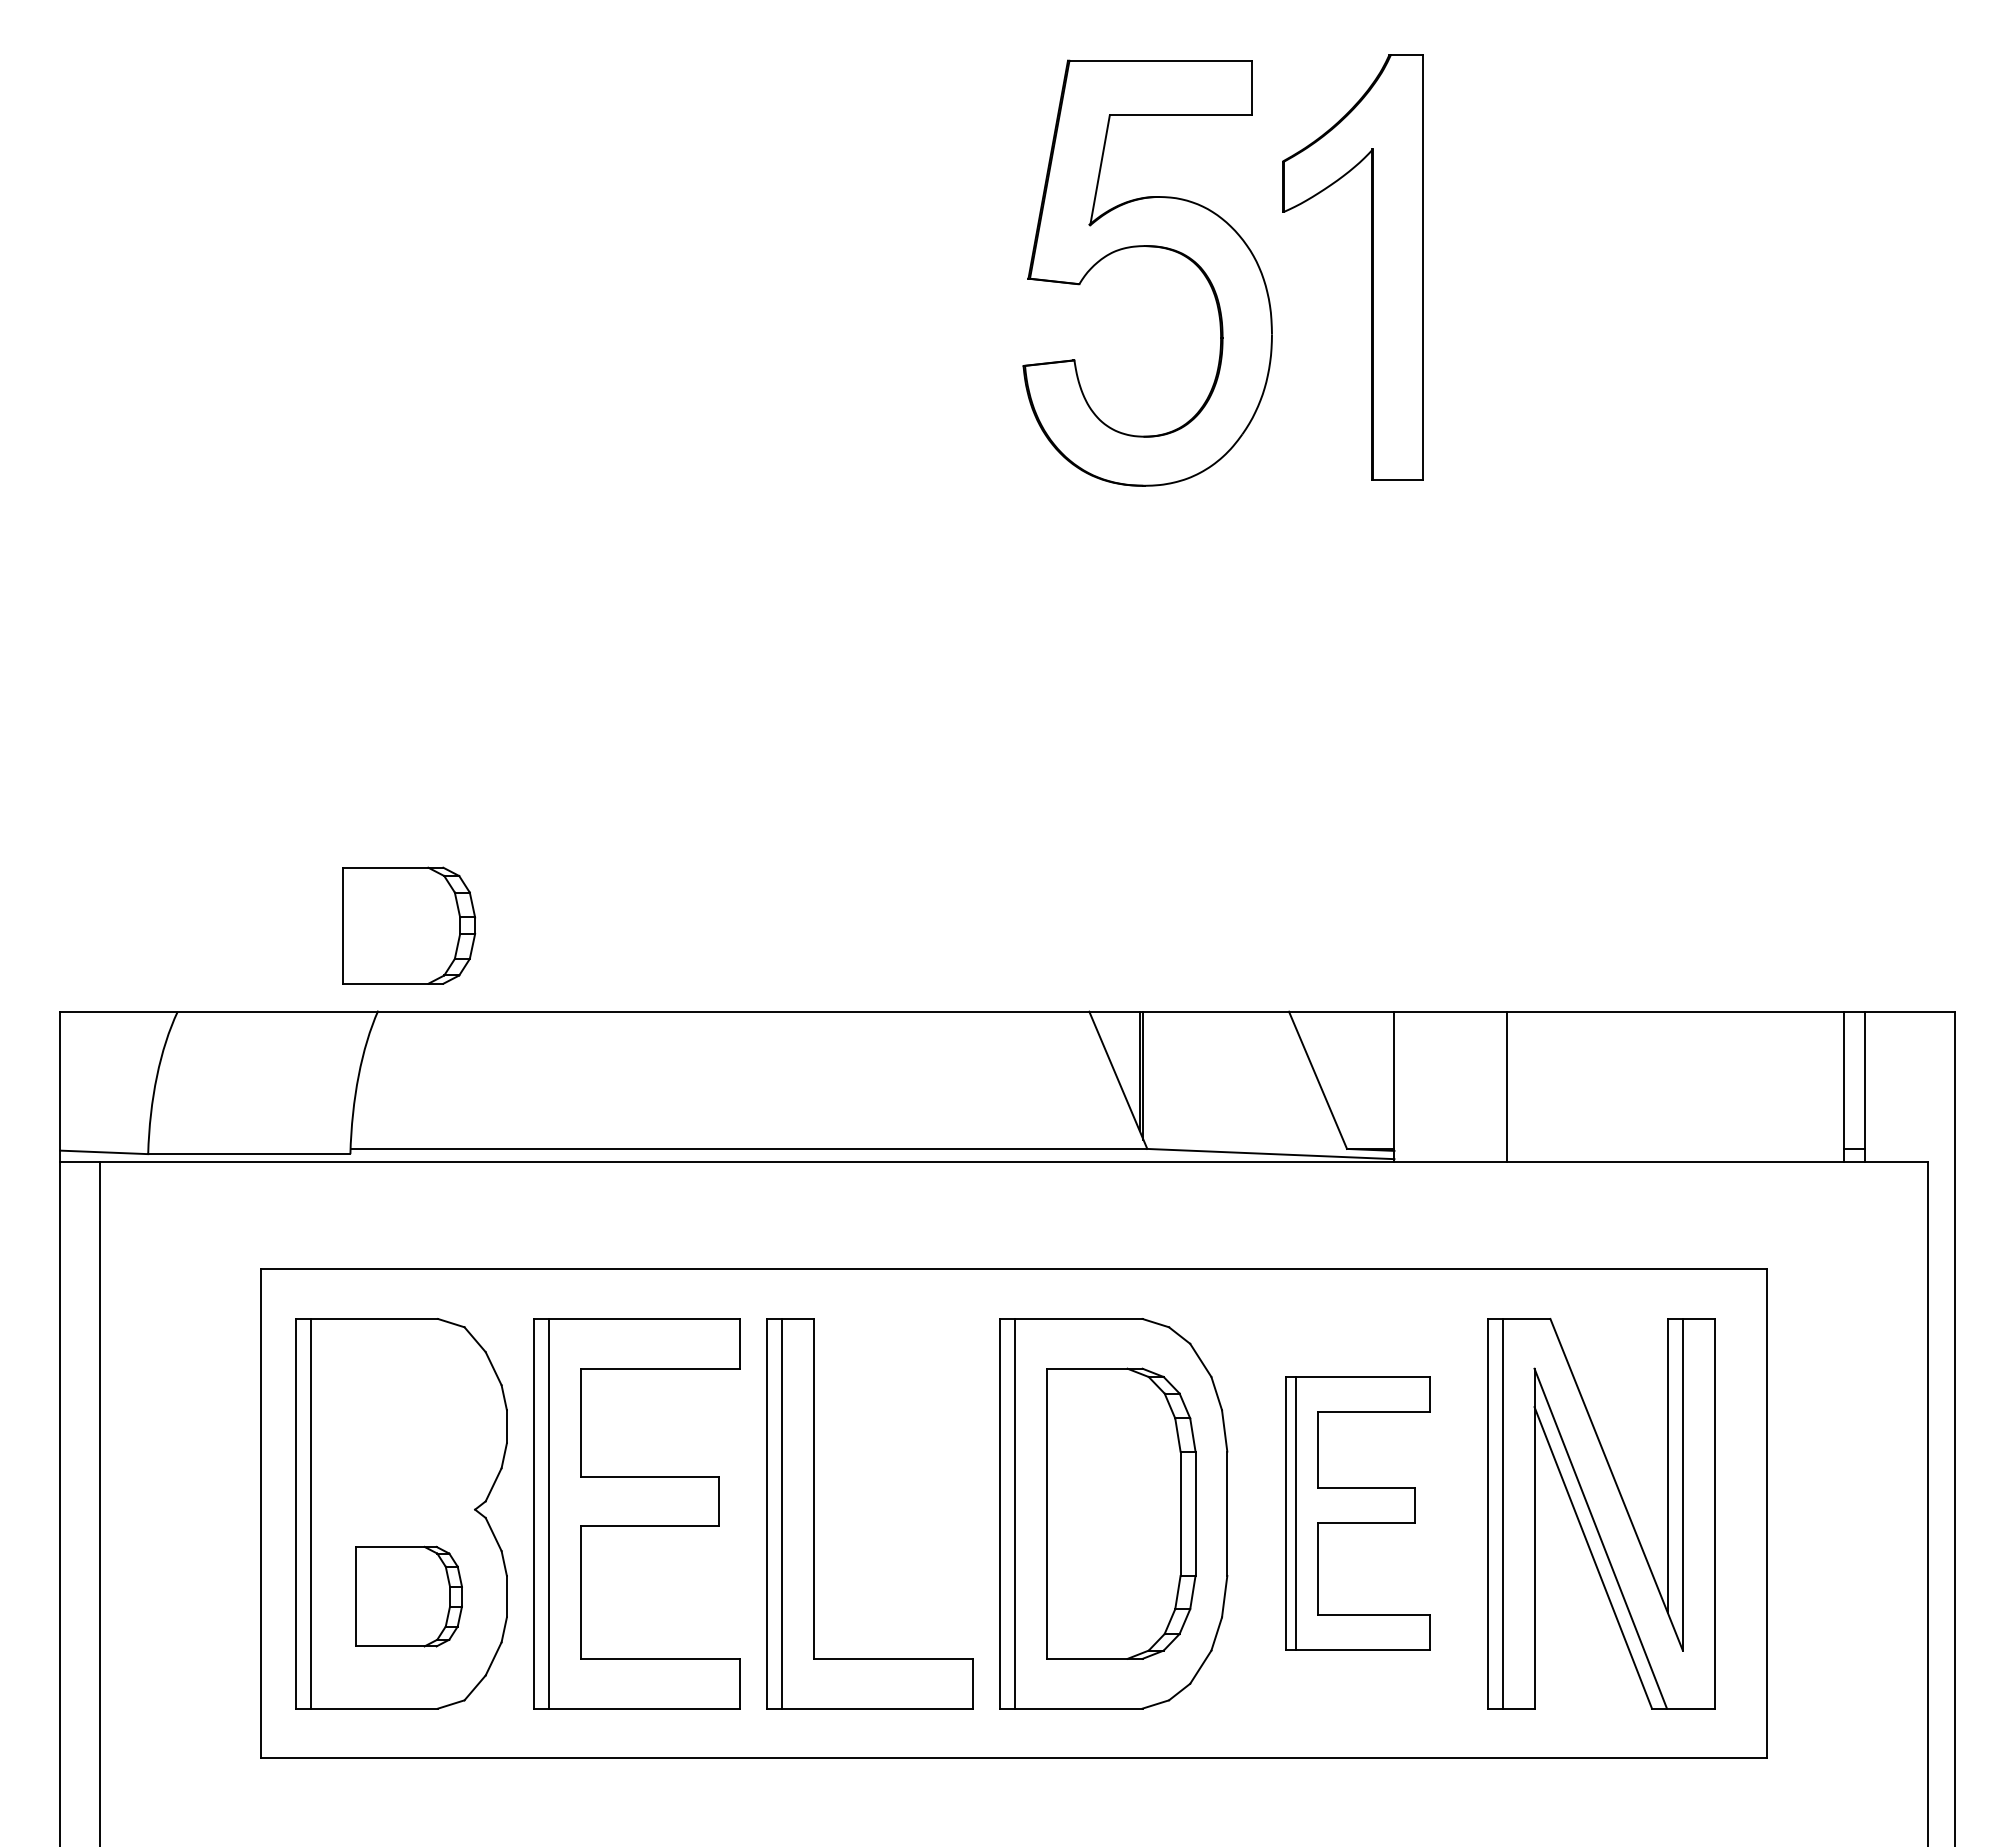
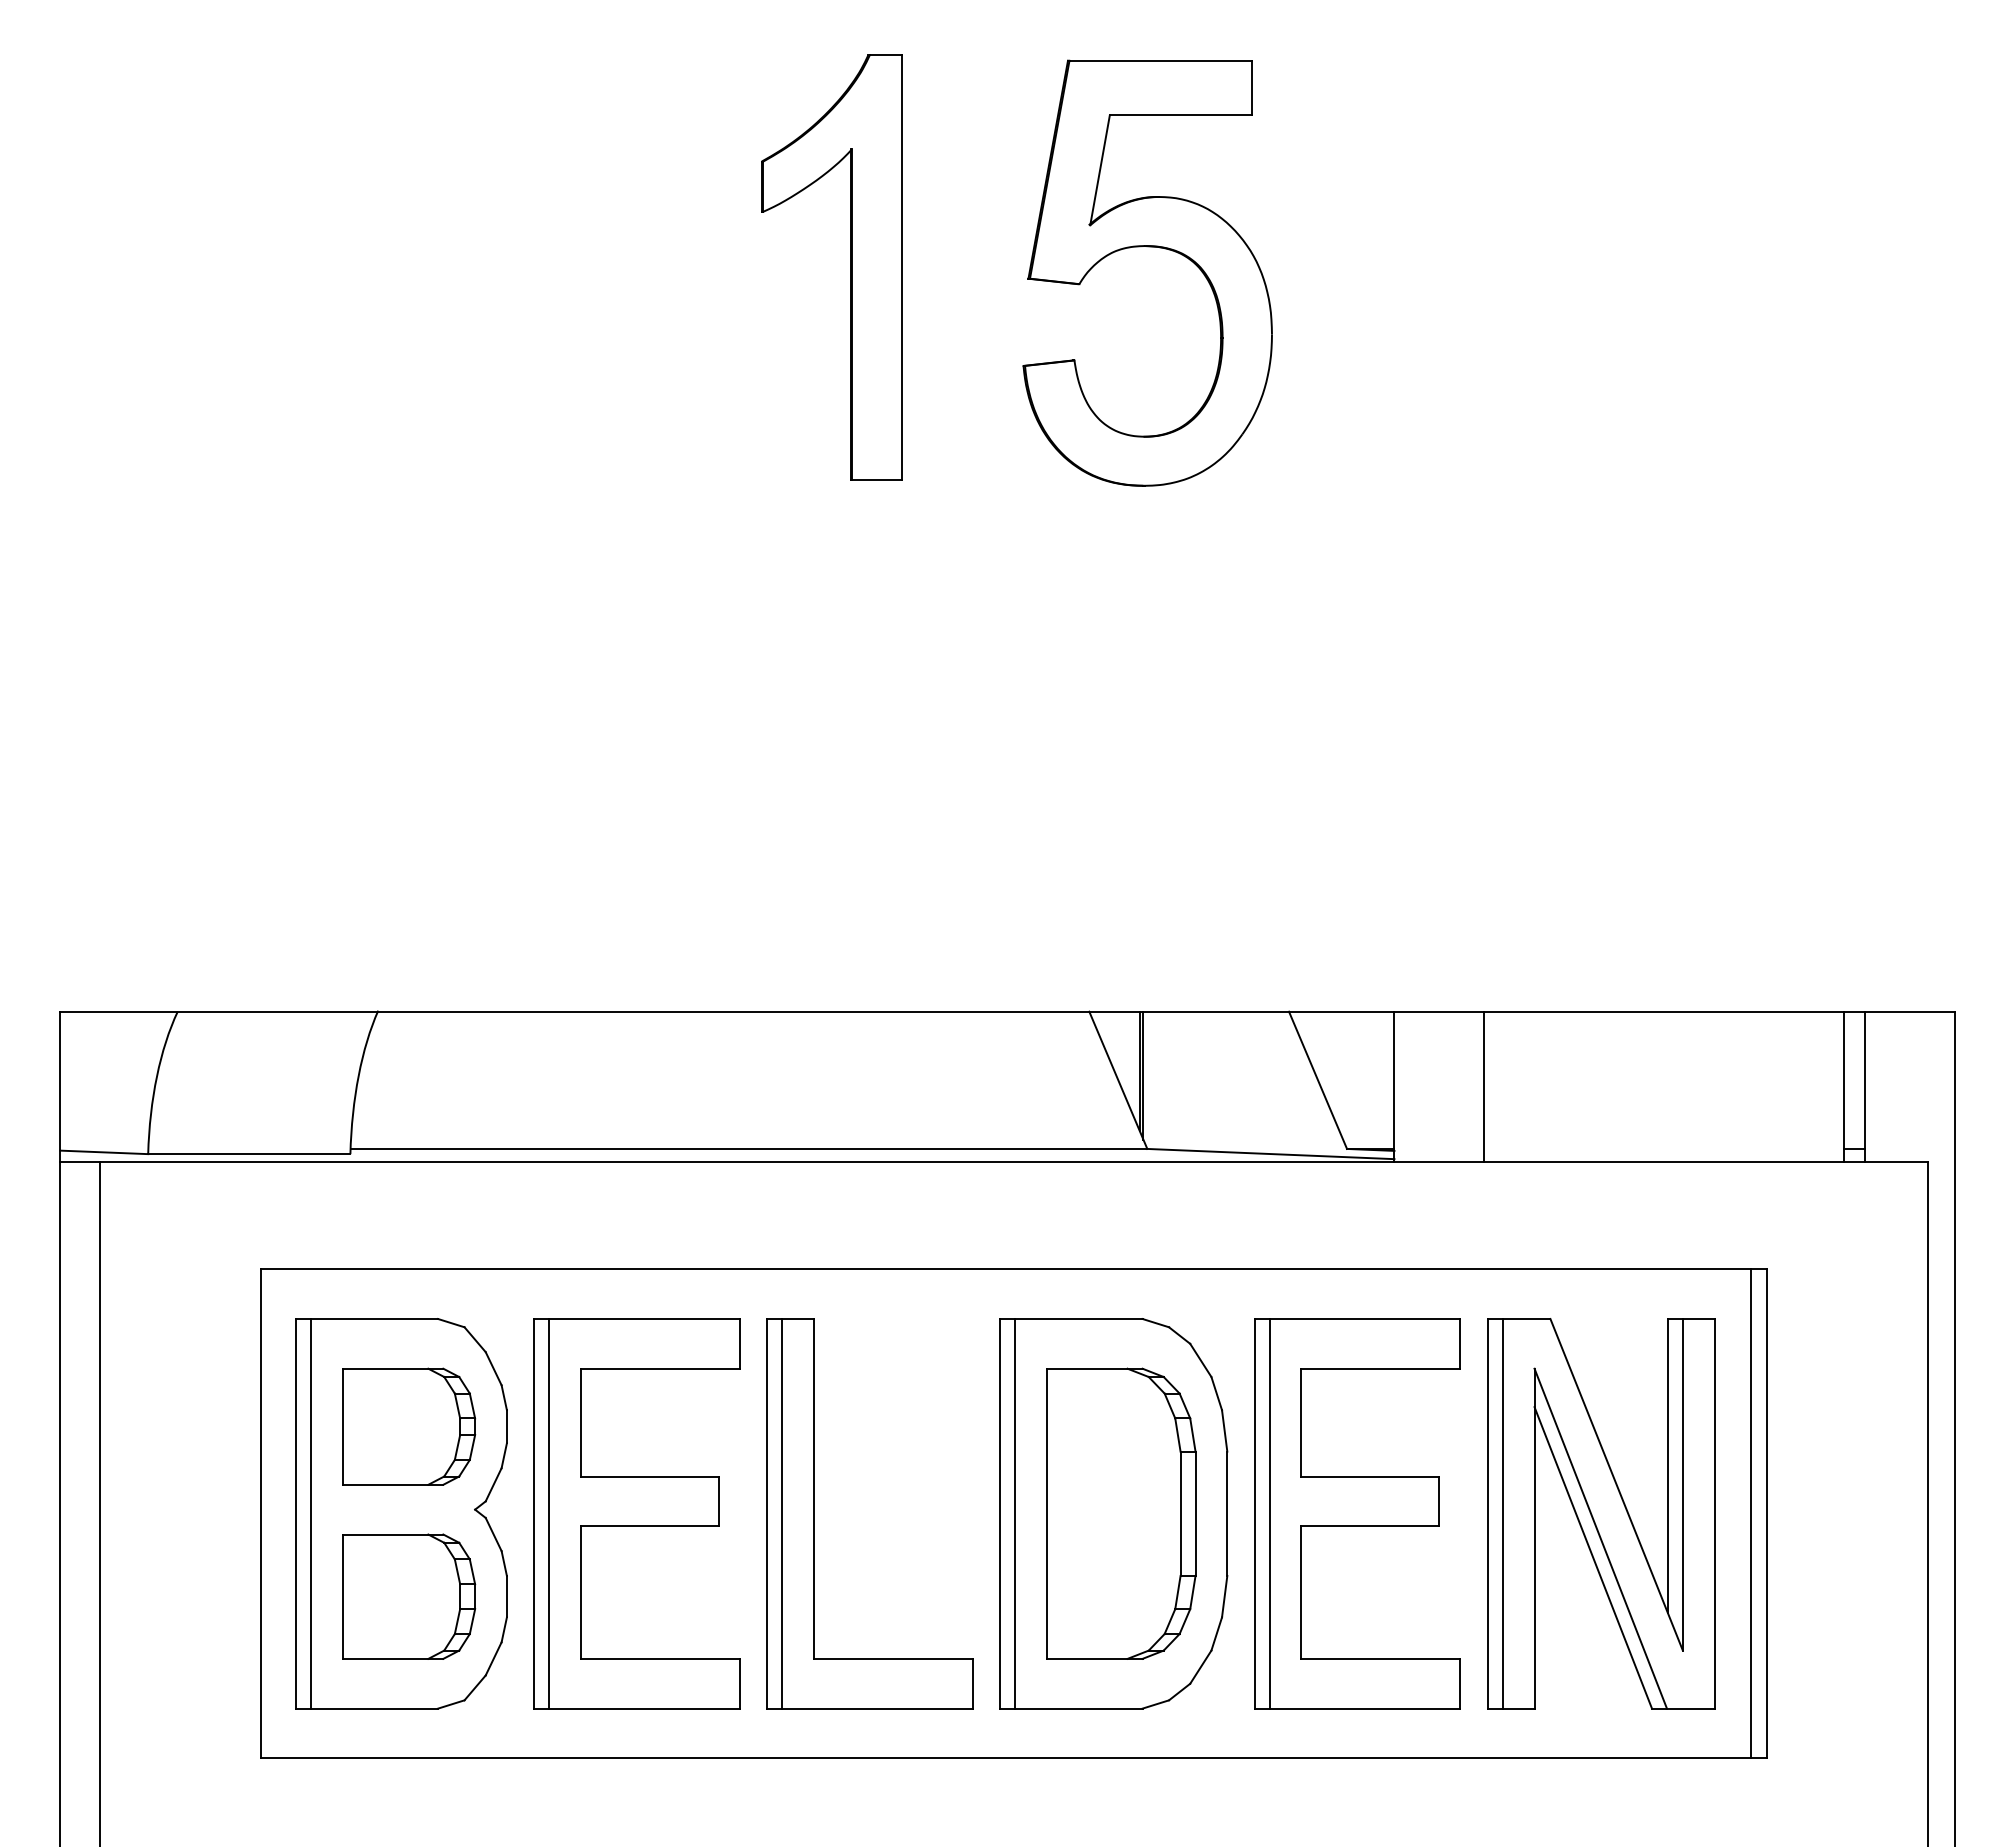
part at (1371, 267) position: (1371, 267) -> (850, 267)
part at (409, 925) position: (409, 925) -> (409, 1426)
line at (1507, 1086) position: (1507, 1086) -> (1484, 1086)
part at (1357, 1513) size: 146x275 px -> 207x392 px
line at (1750, 1513): none -> present
part at (408, 1596) size: 108x103 px -> 135x127 px
